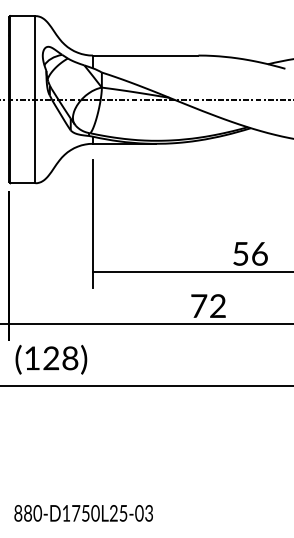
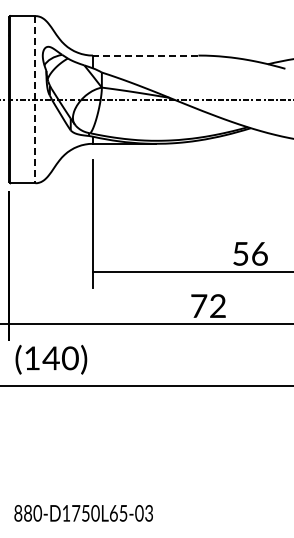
line at (145, 55): solid -> dashed
line at (35, 99): solid -> dashed
text at (60, 358): (128) -> (140)
text at (113, 513): 880-D1750L25-03 -> 880-D1750L65-03
